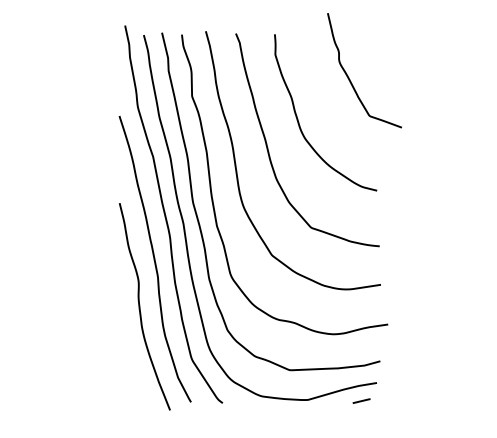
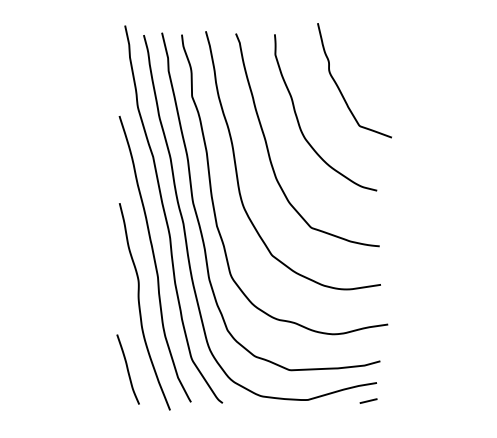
curve at (349, 77) position: (349, 77) -> (339, 87)
curve at (127, 369): none -> present
line at (361, 400) position: (361, 400) -> (368, 400)
